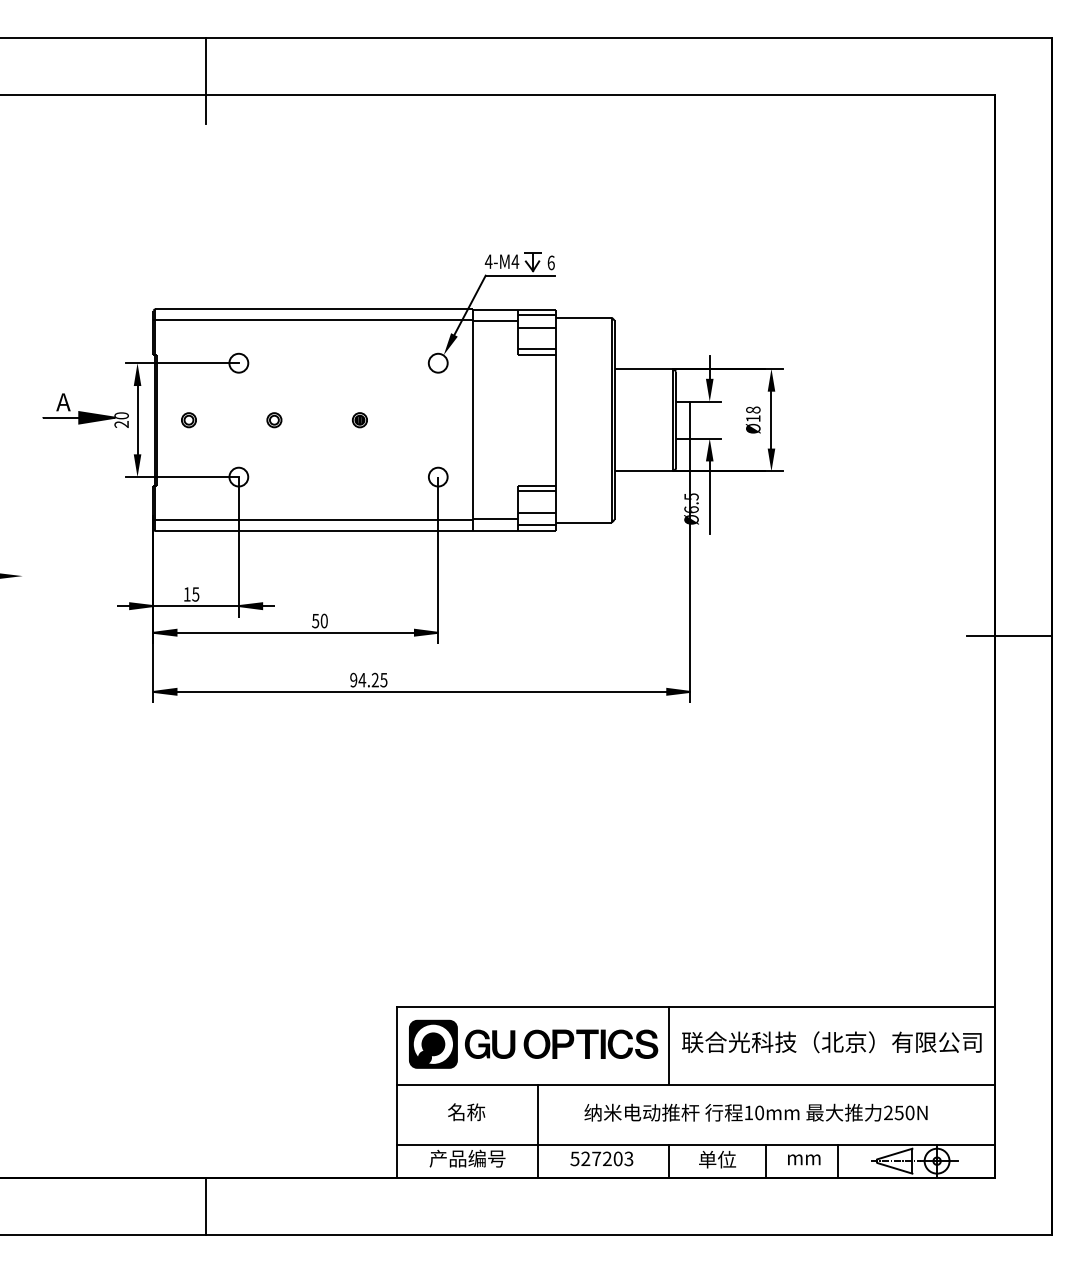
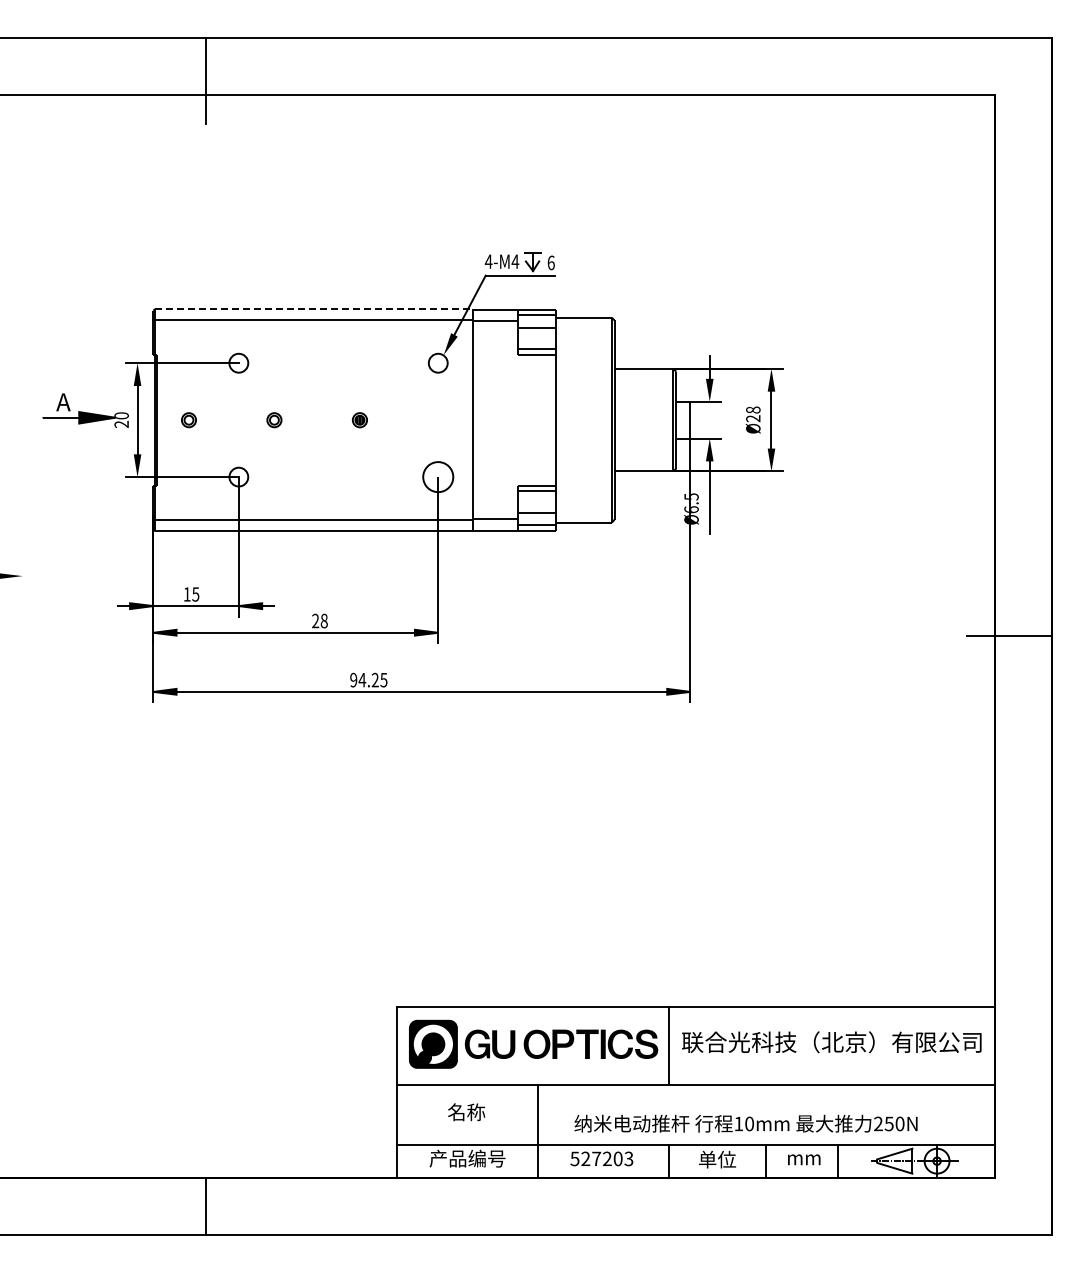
line at (313, 308): solid -> dashed
text at (753, 418): Ø18 -> Ø28
circle at (437, 476) diameter: 19 px -> 30 px
text at (319, 620): 50 -> 28
text at (755, 1112) position: (755, 1112) -> (745, 1123)
